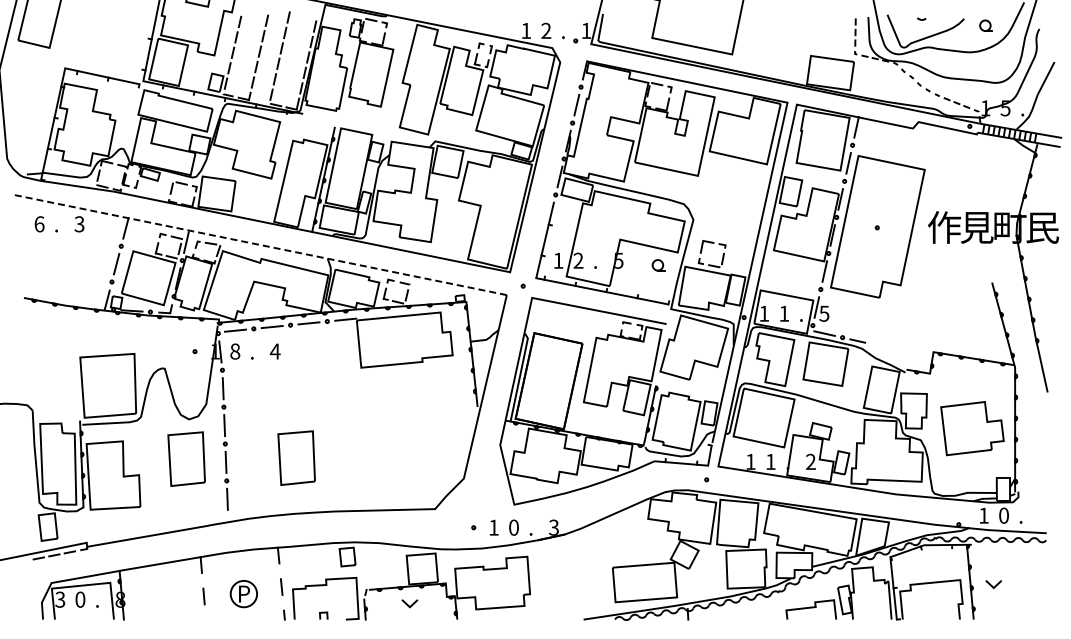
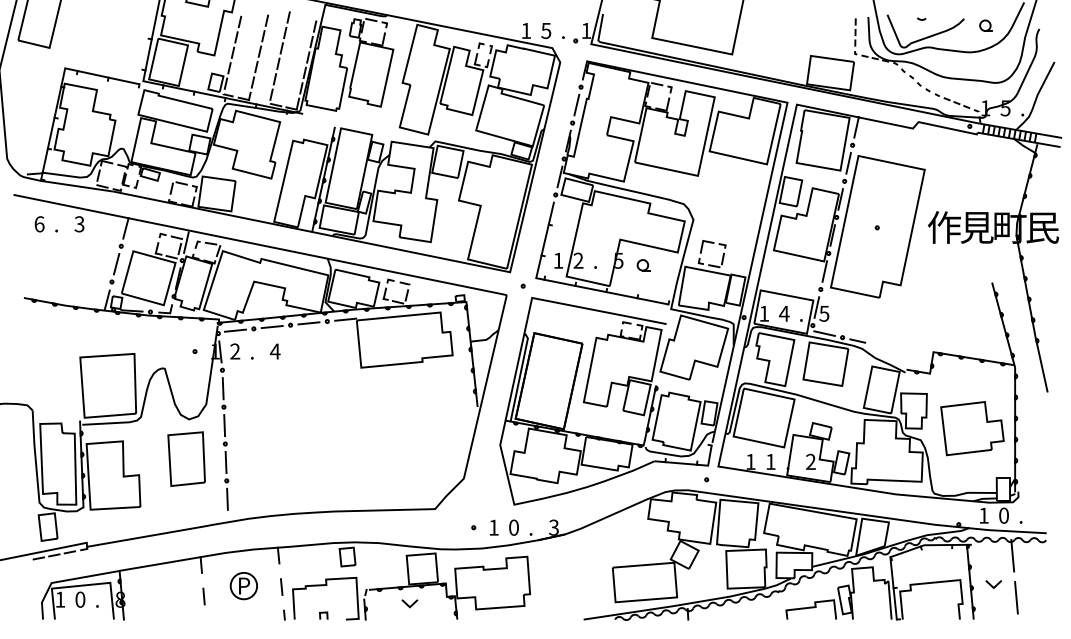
text at (546, 30): 2 -> 5
line at (261, 245): dashed -> solid
part at (658, 265) position: (658, 265) -> (643, 265)
text at (783, 313): 1 -> 4
text at (235, 351): 8 -> 2
part at (296, 457): present -> none
line at (1012, 555): none -> present
part at (243, 594) position: (243, 594) -> (243, 586)
line at (1016, 597): none -> present
text at (60, 599): 3 -> 1
